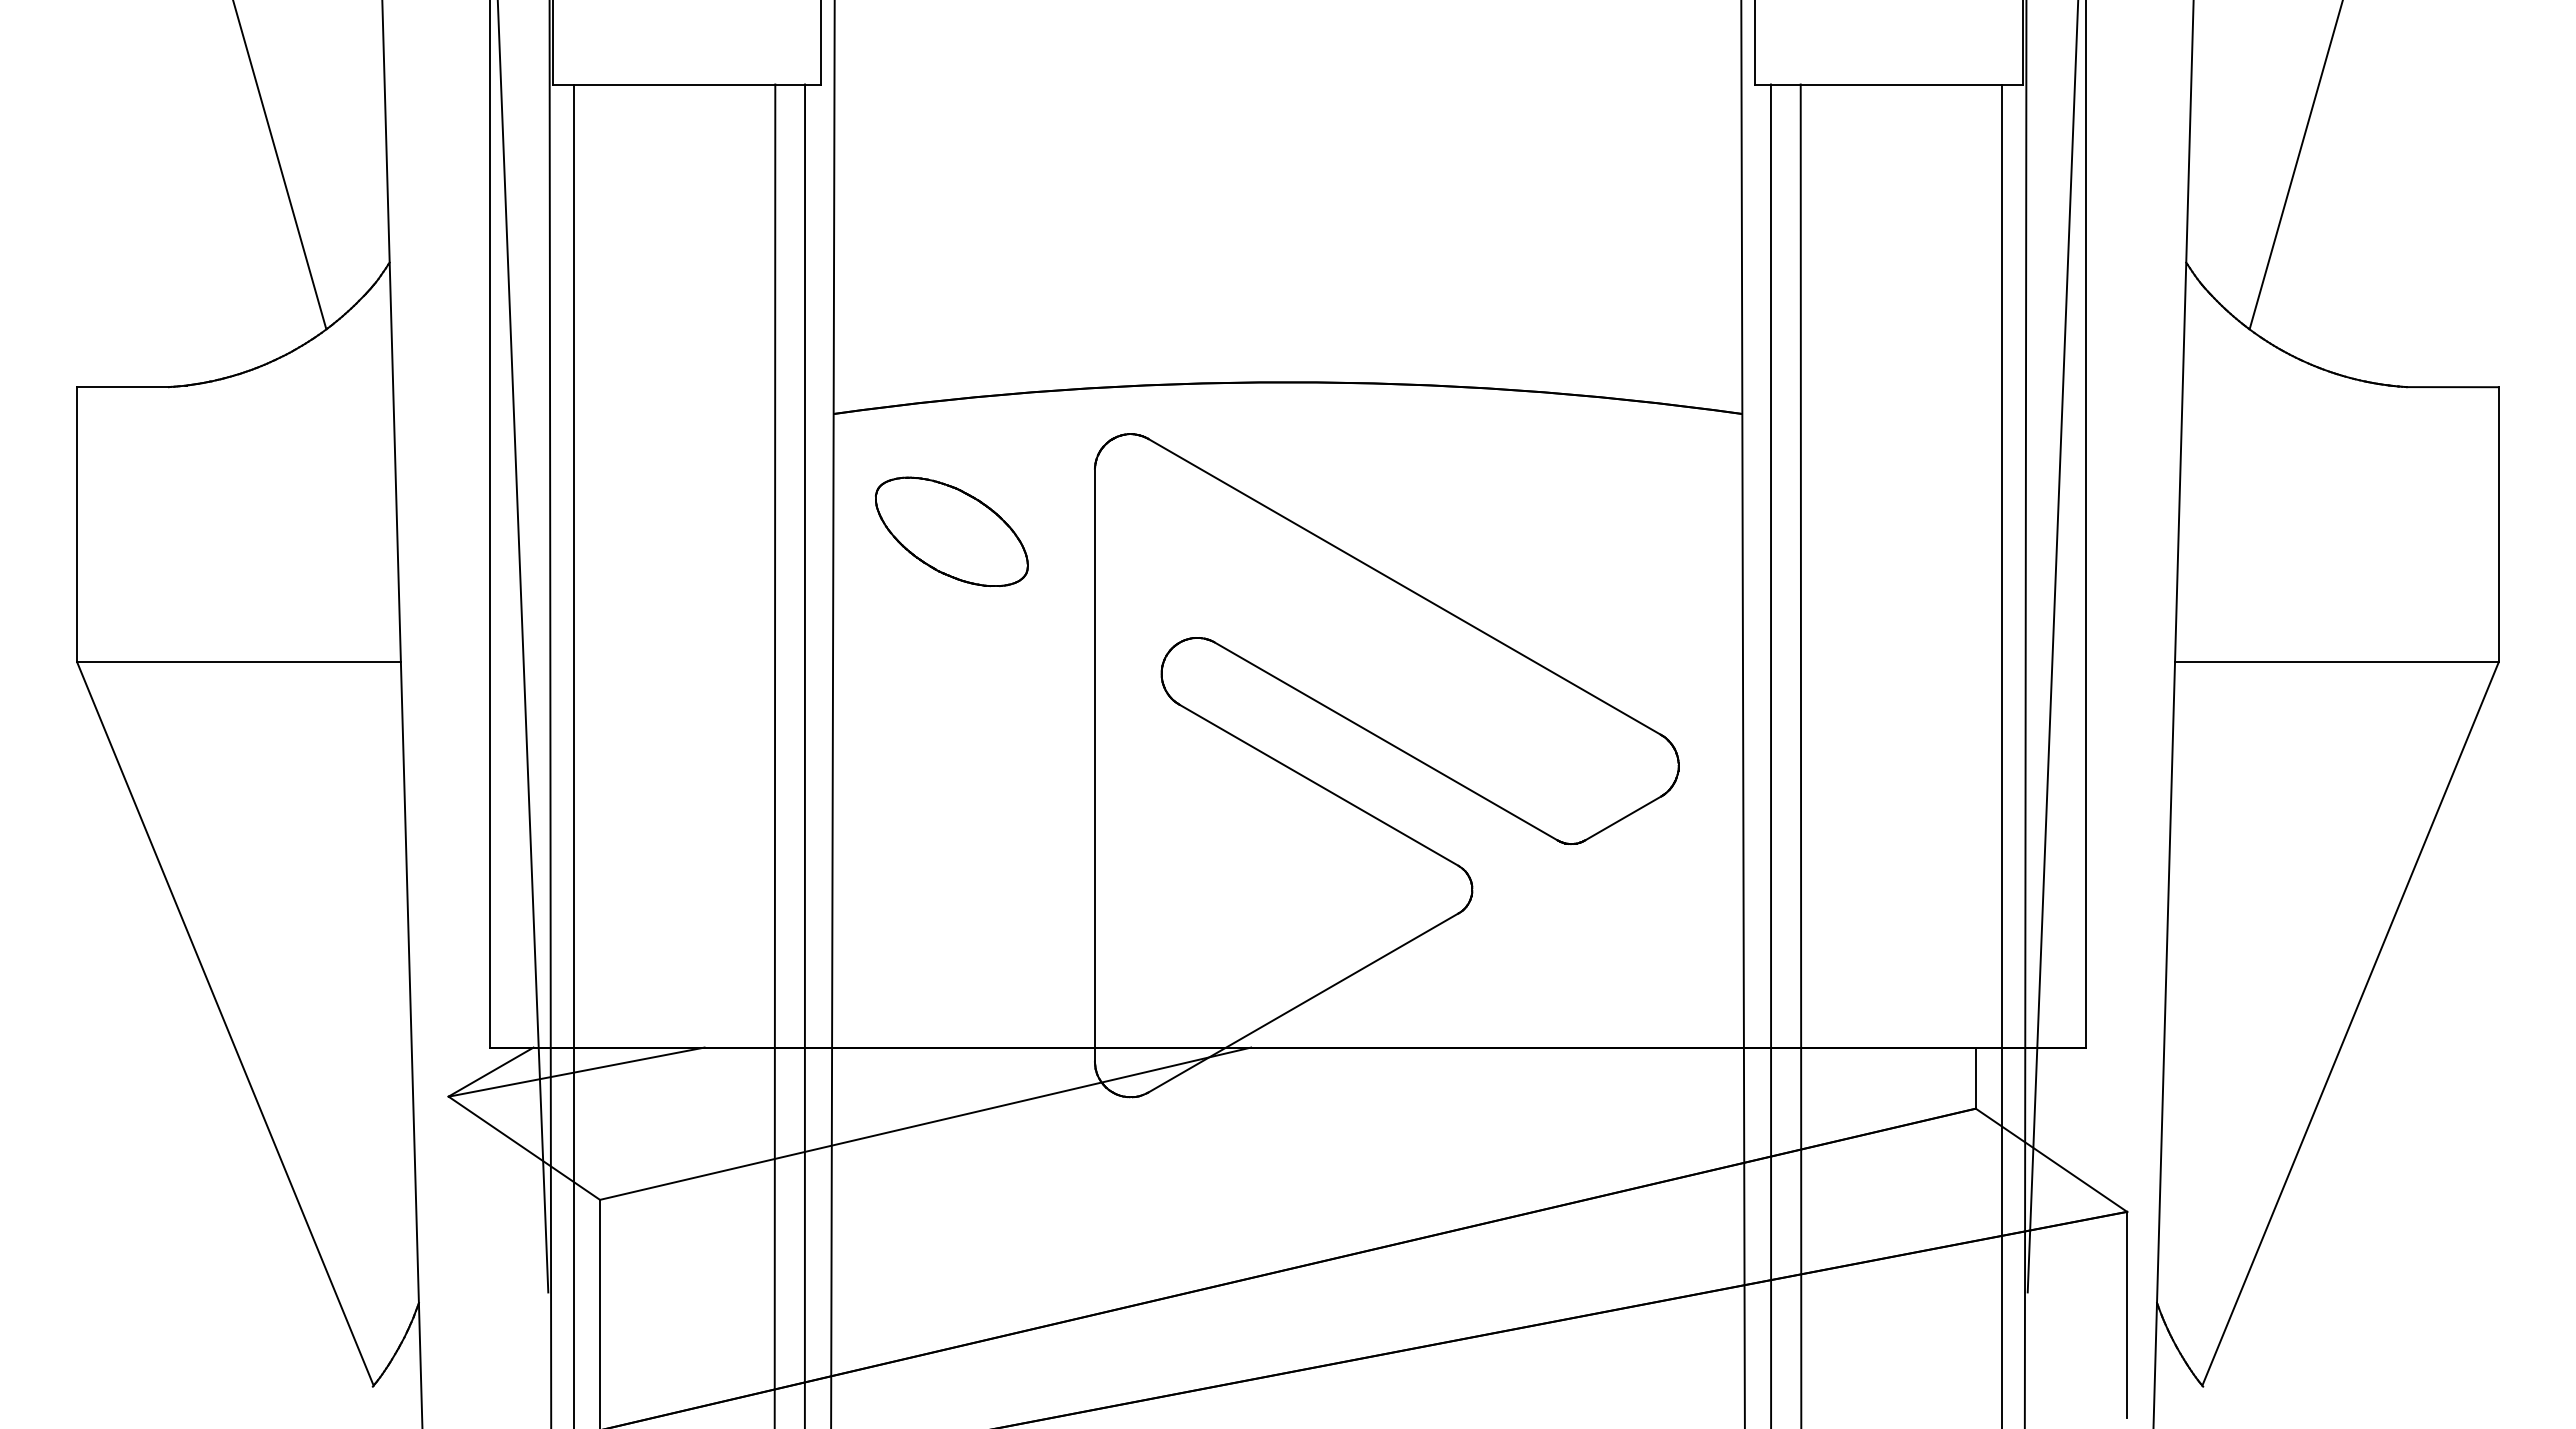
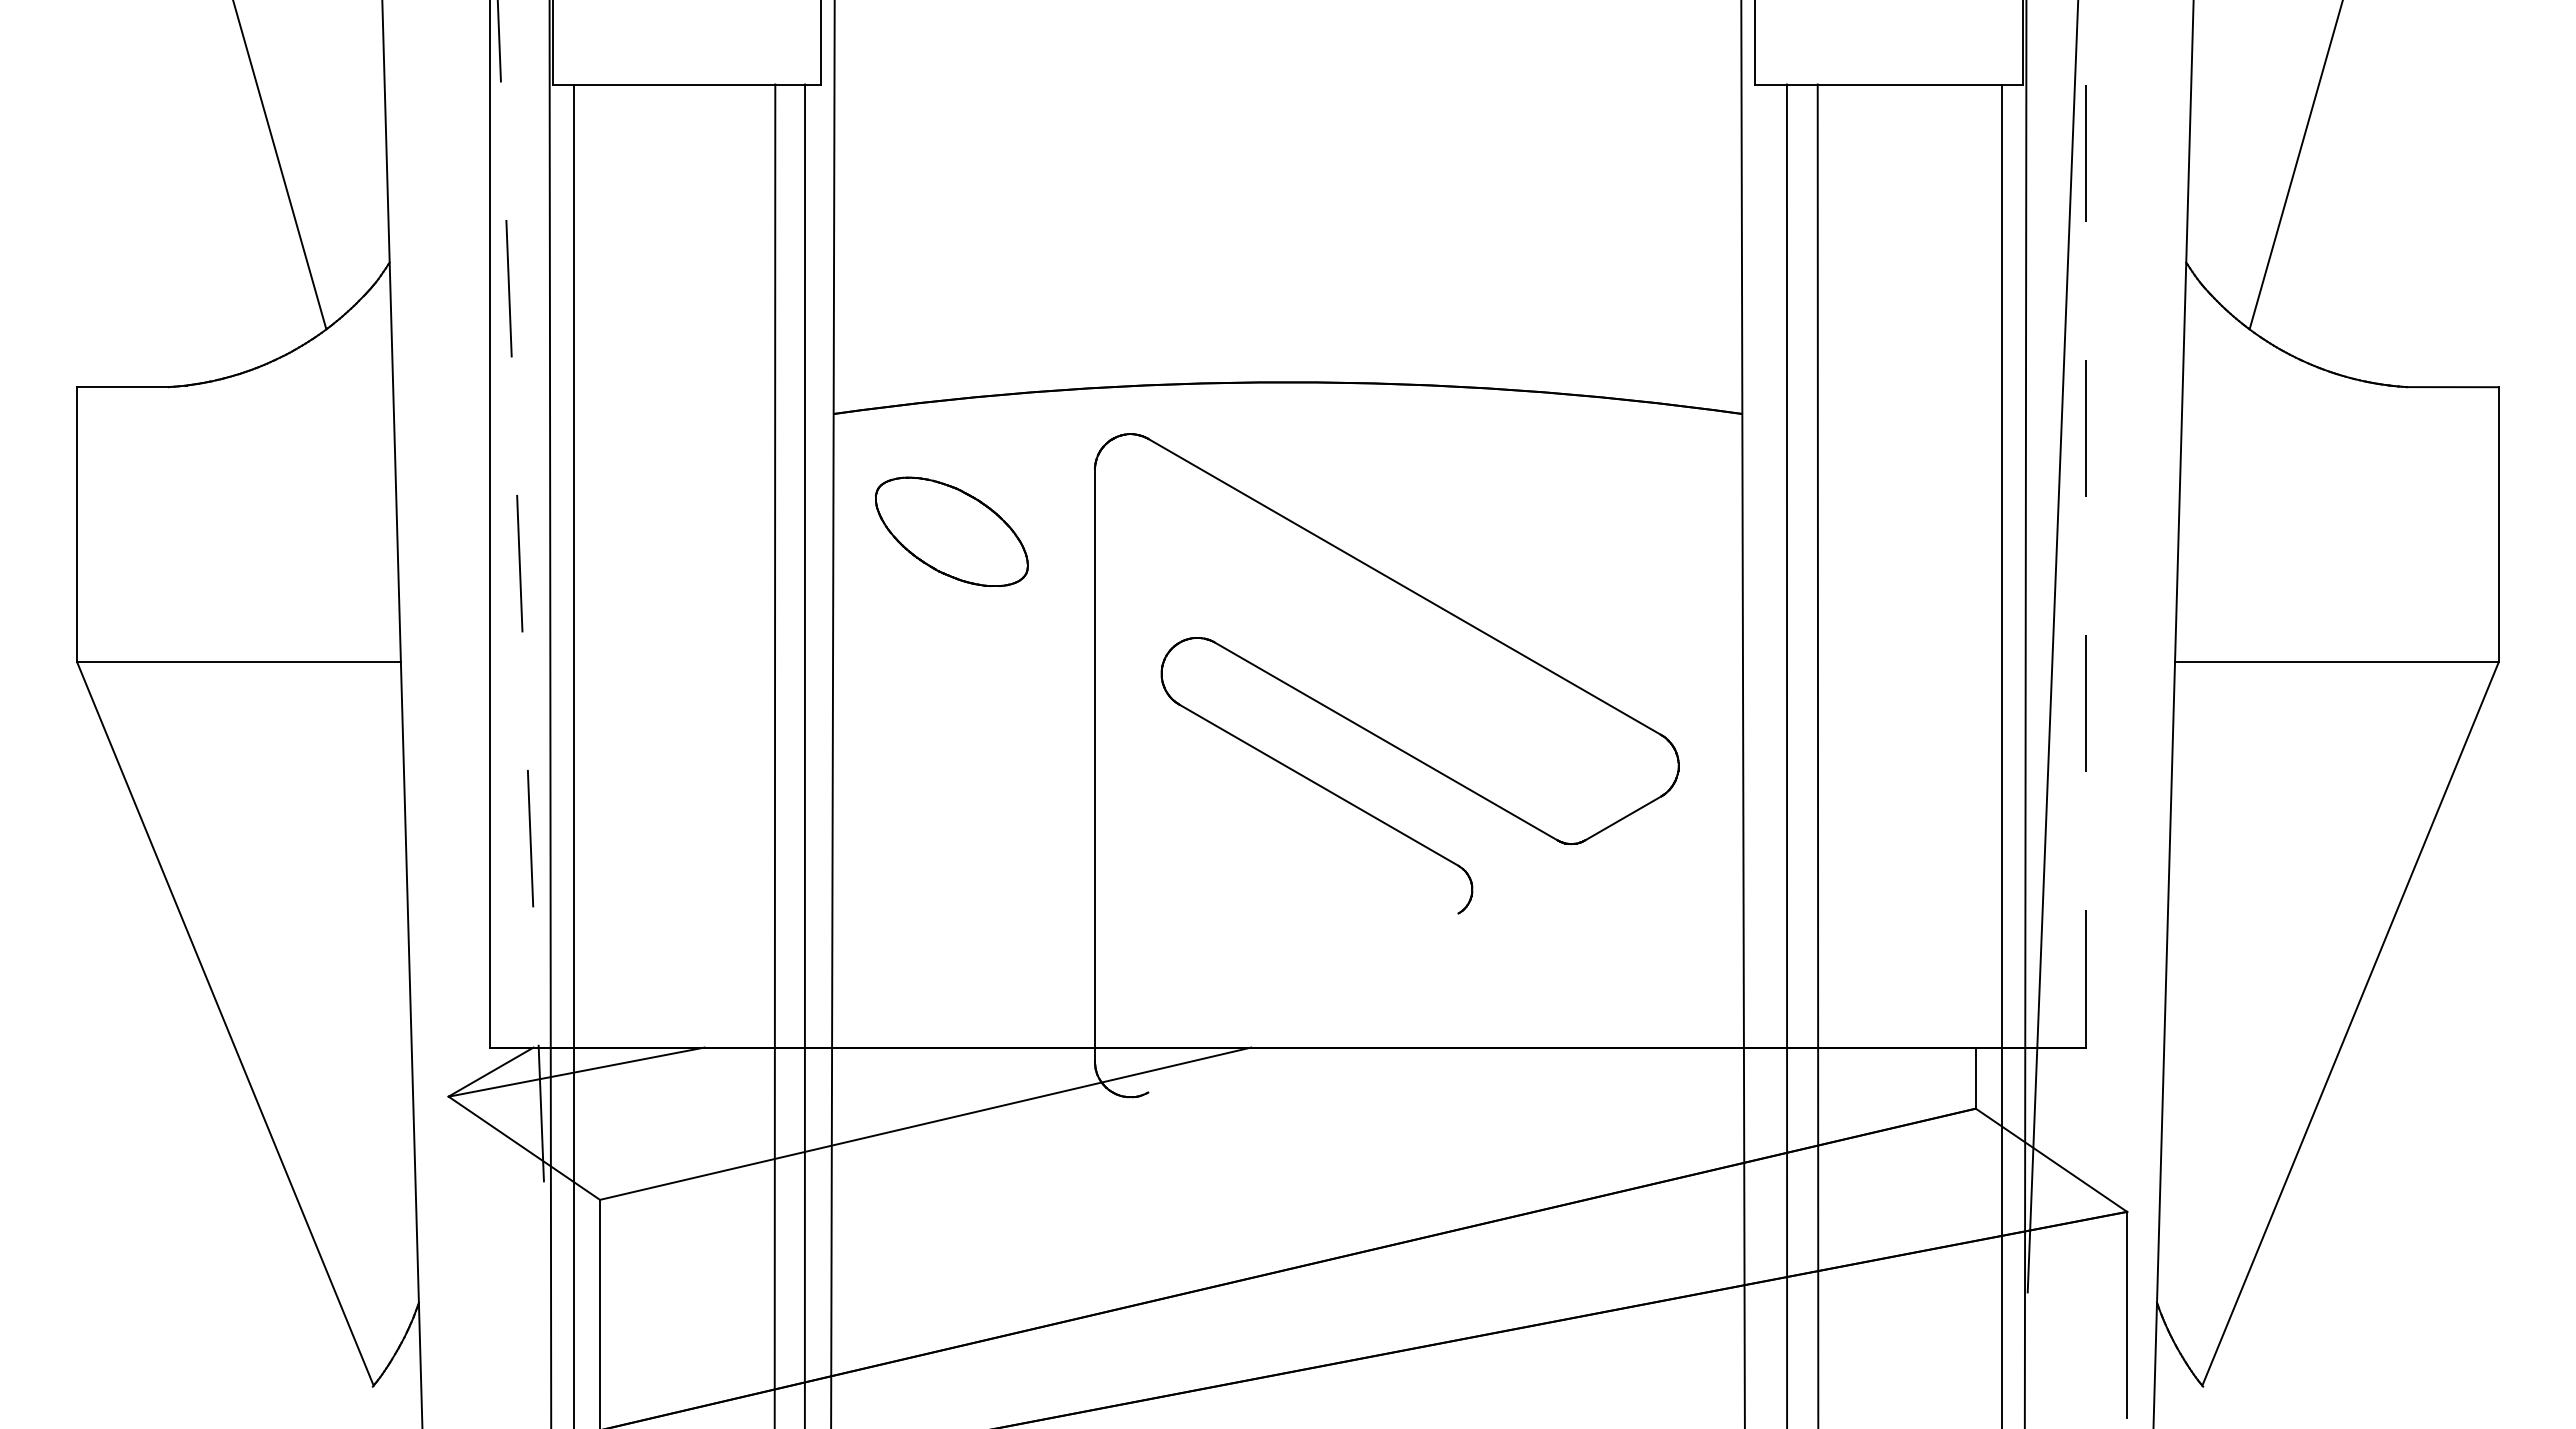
line at (2085, 523): solid -> dashed
line at (523, 646): solid -> dashed
line at (1770, 754) position: (1770, 754) -> (1786, 754)
line at (1800, 754) position: (1800, 754) -> (1817, 754)
line at (1303, 1002): present -> none
